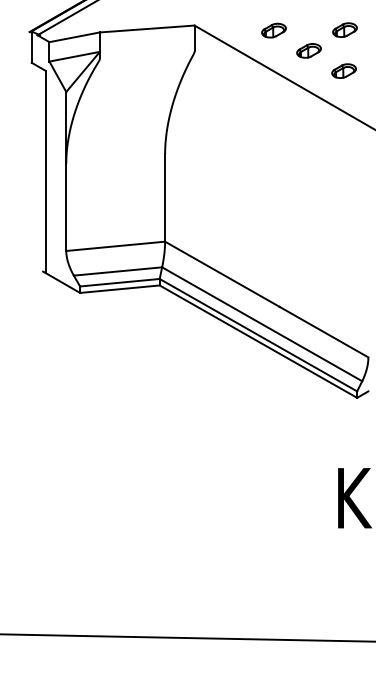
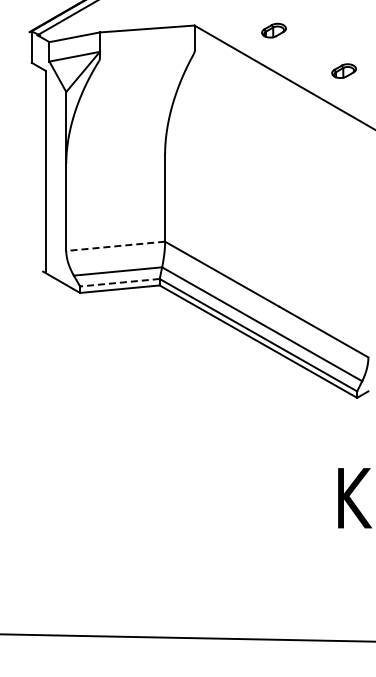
part at (344, 29): present -> none
part at (308, 50): present -> none
line at (115, 246): solid -> dashed
line at (119, 282): solid -> dashed
